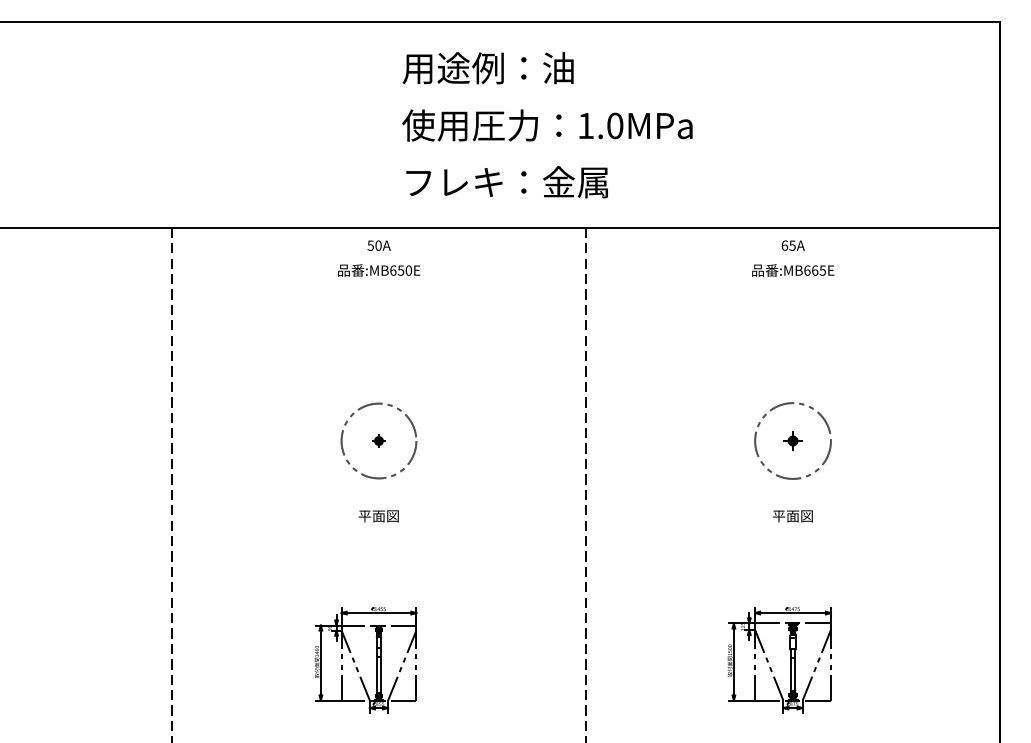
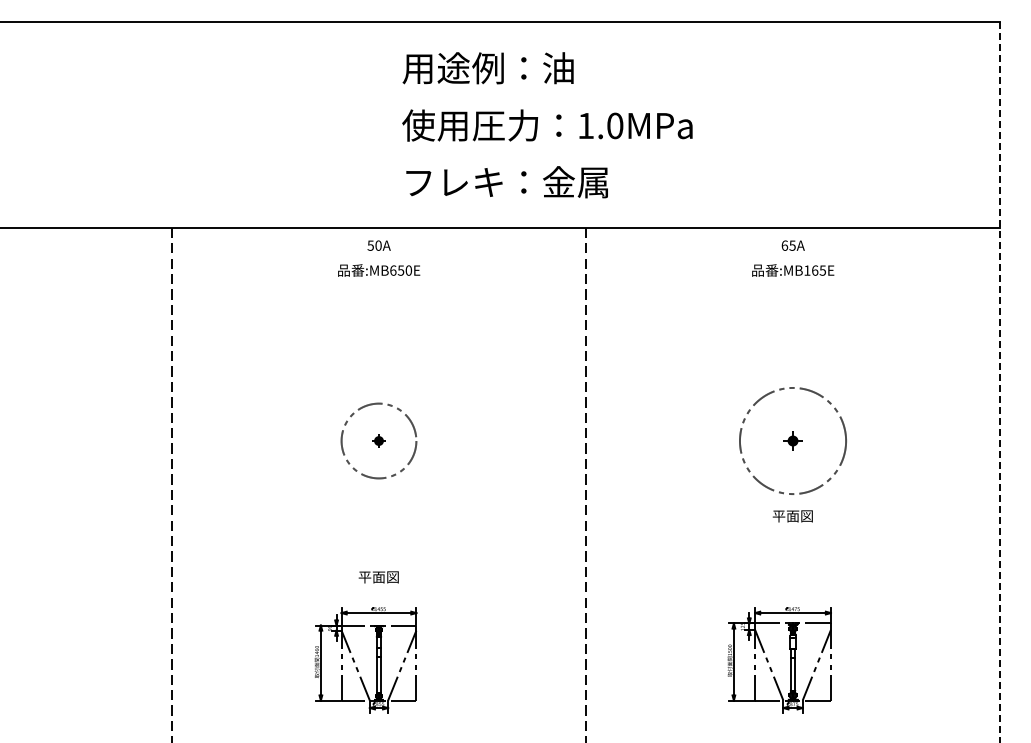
text at (807, 270): :MB665E -> :MB165E
line at (1000, 382): solid -> dashed
circle at (792, 440) diameter: 76 px -> 106 px
text at (378, 516) position: (378, 516) -> (378, 577)
